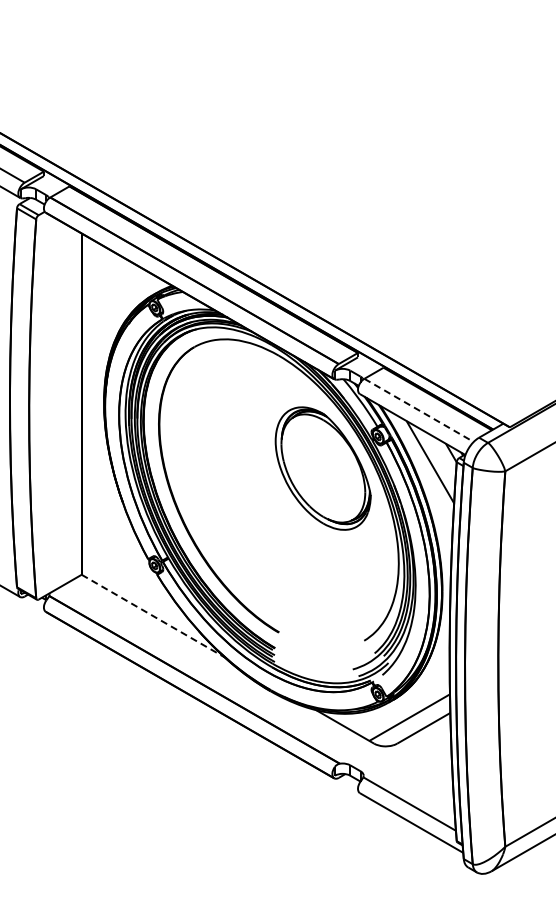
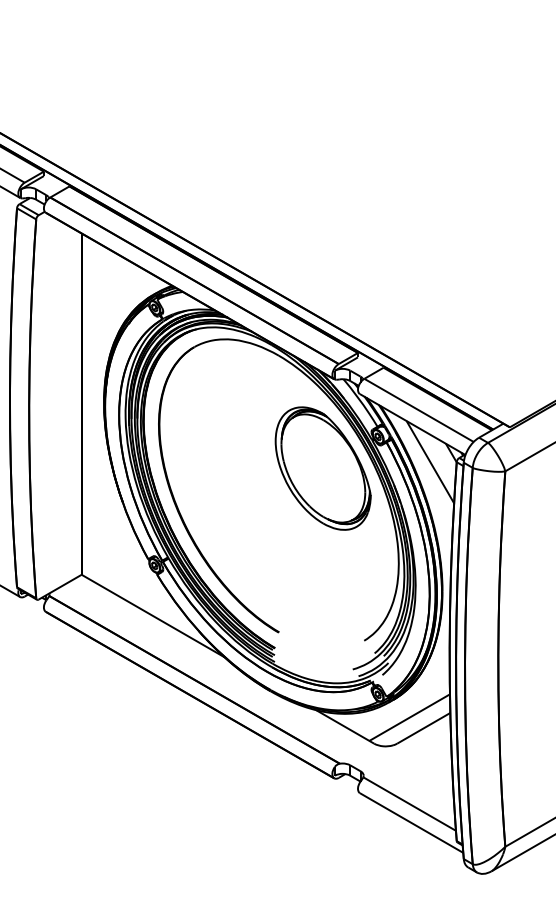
line at (419, 410): dashed -> solid
line at (153, 616): dashed -> solid
